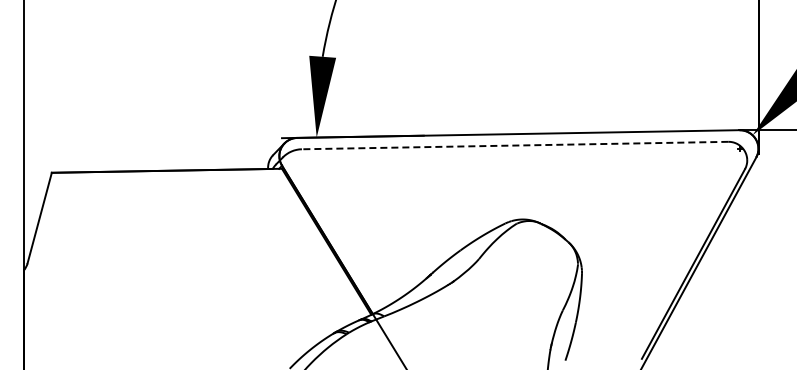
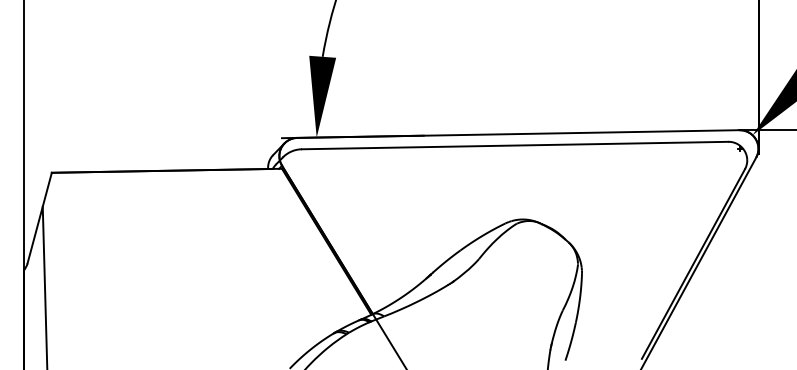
line at (514, 145): dashed -> solid
line at (44, 286): none -> present
